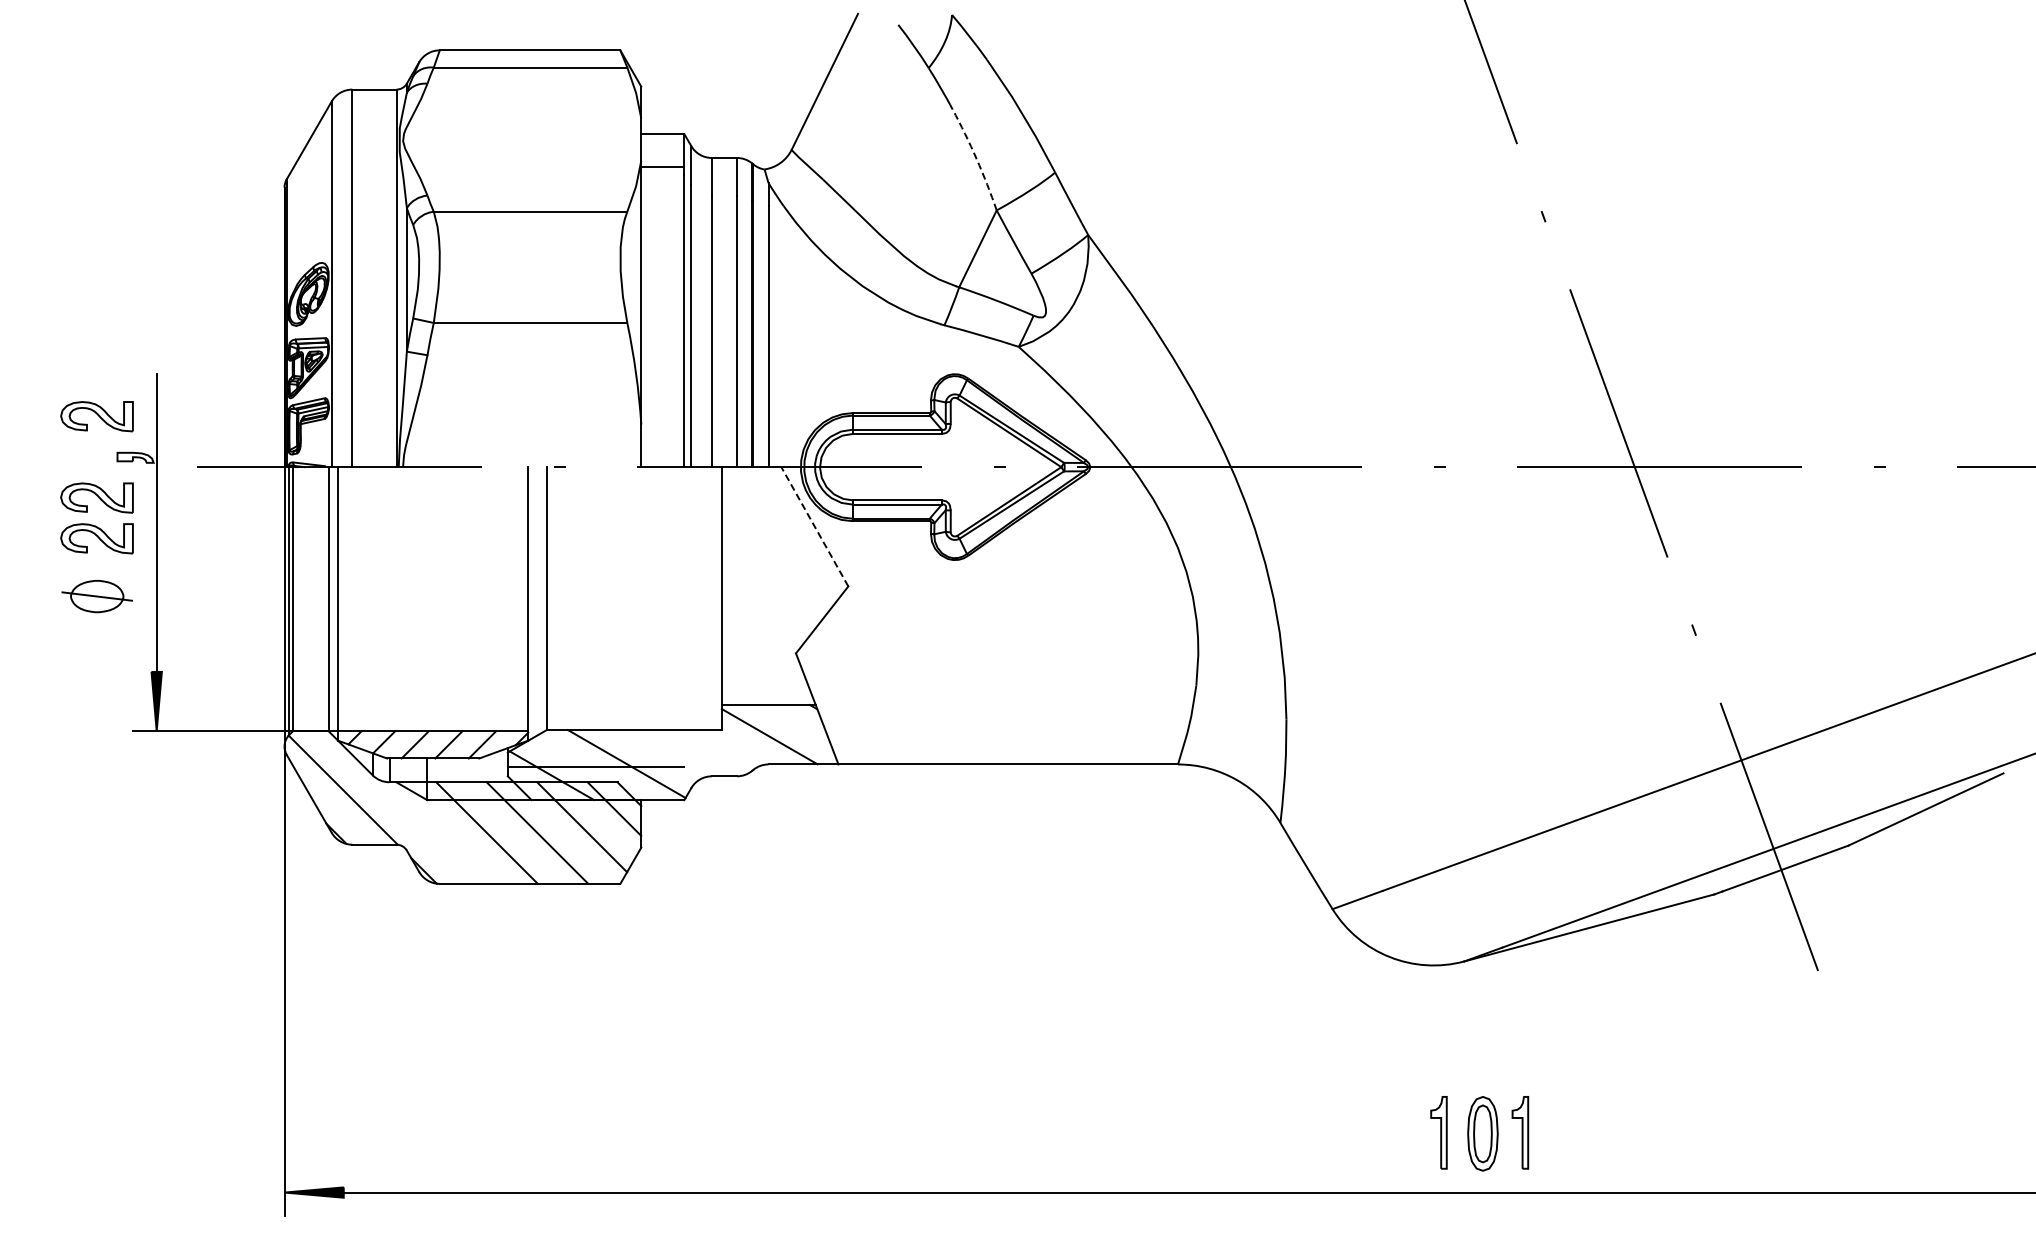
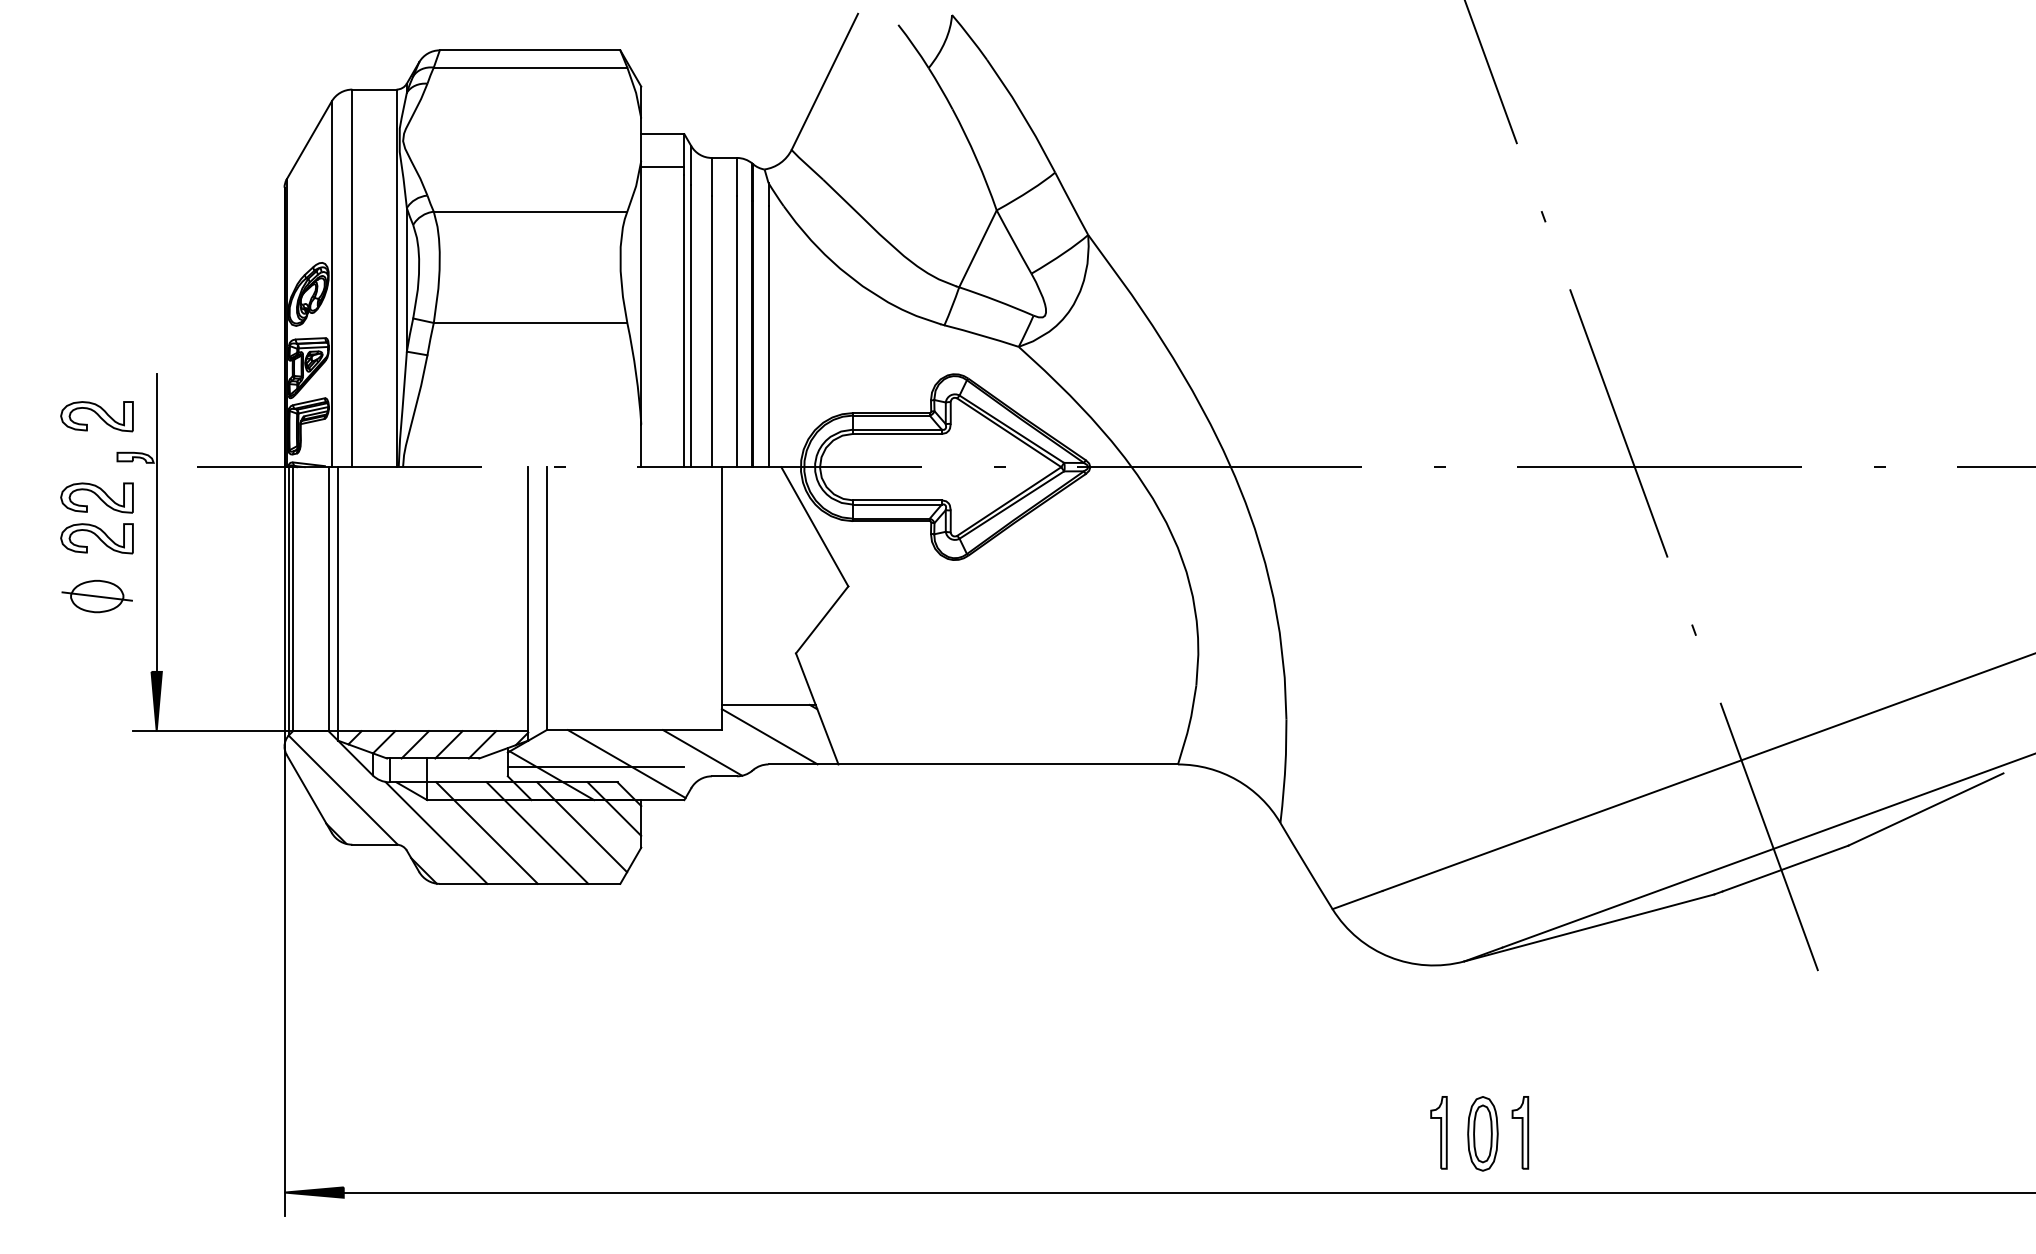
arc at (976, 159): dashed -> solid
line at (814, 526): dashed -> solid
line at (702, 752): none -> present
line at (436, 832): none -> present
